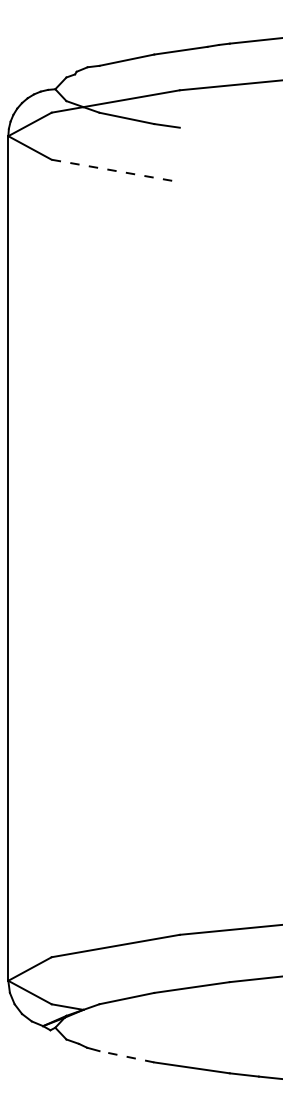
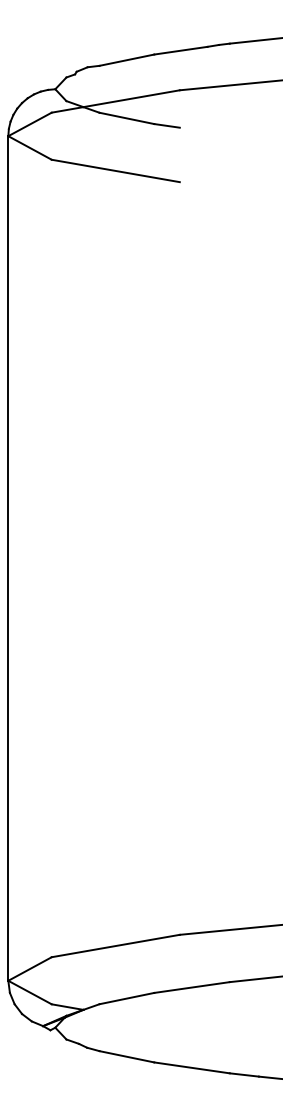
line at (116, 171): dashed -> solid
line at (126, 1056): dashed -> solid
